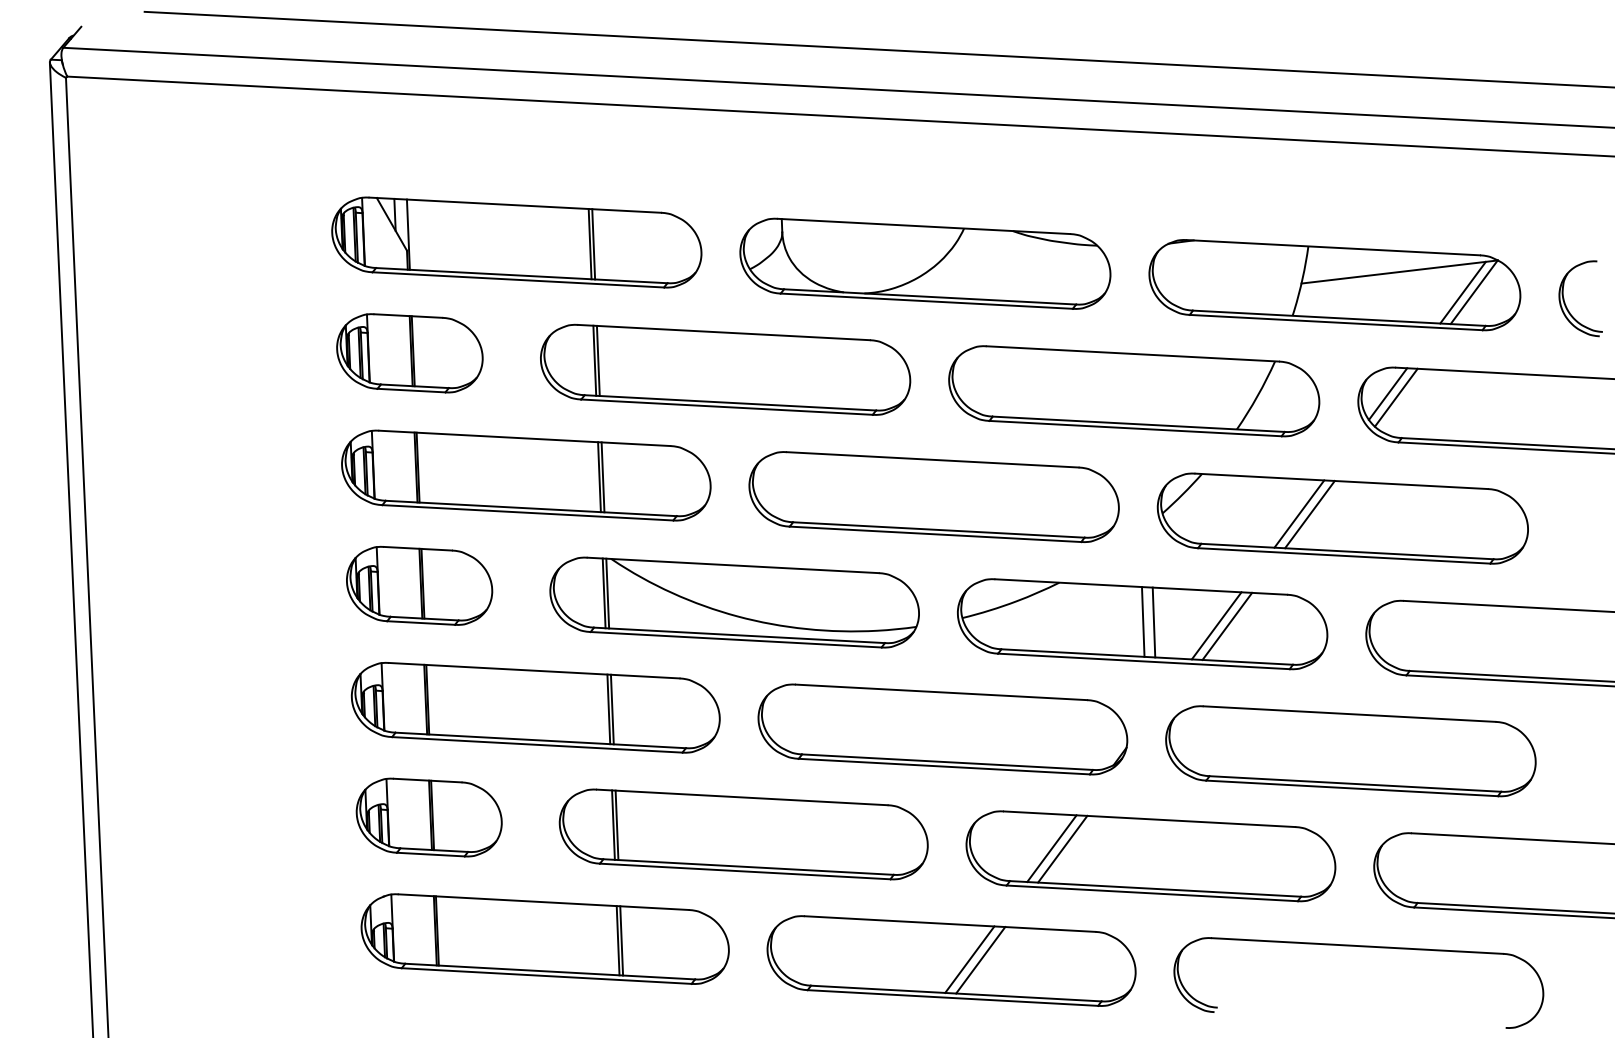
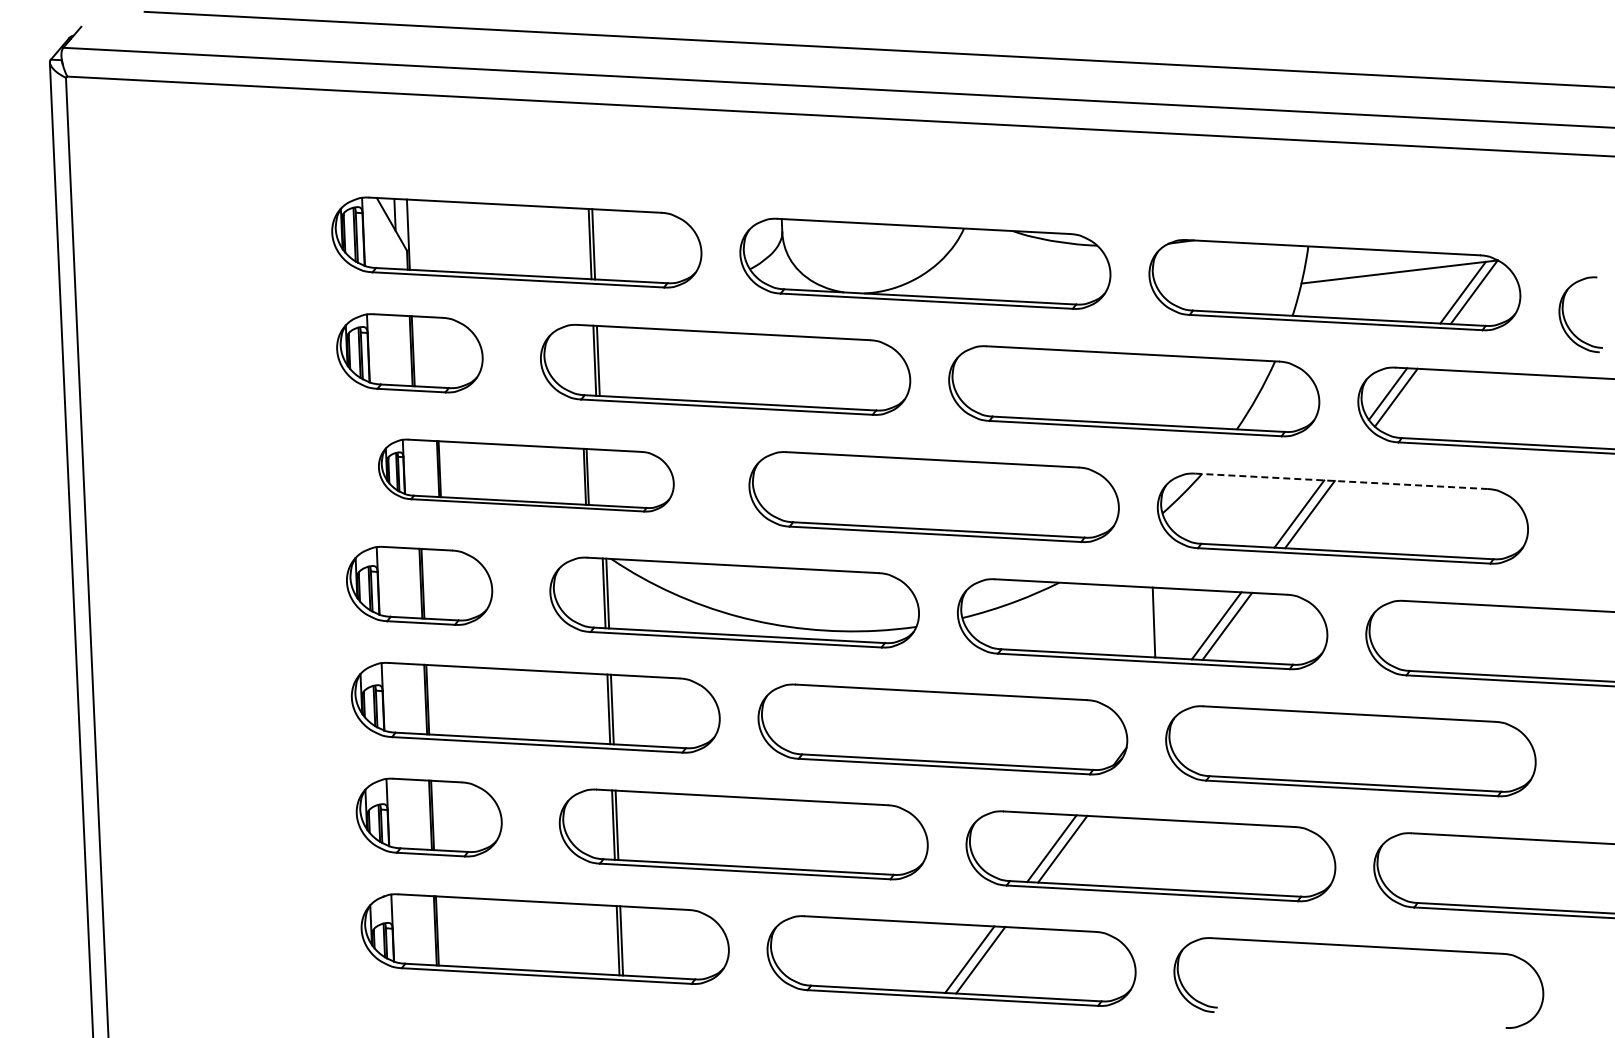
part at (1565, 302) position: (1565, 302) -> (1565, 318)
part at (526, 475) size: 371x93 px -> 297x75 px
line at (1342, 481): solid -> dashed
line at (1142, 621): present -> none
